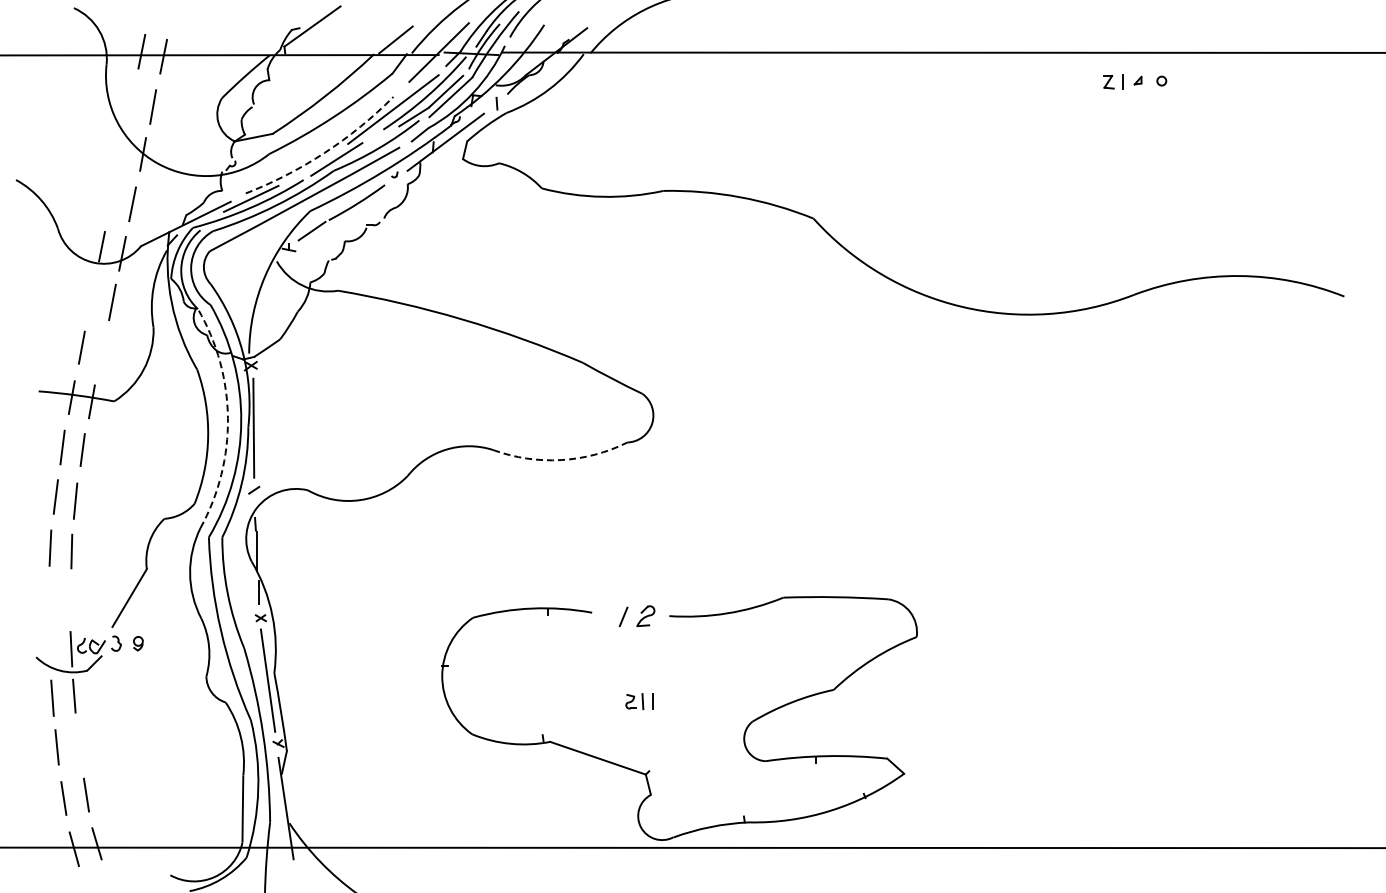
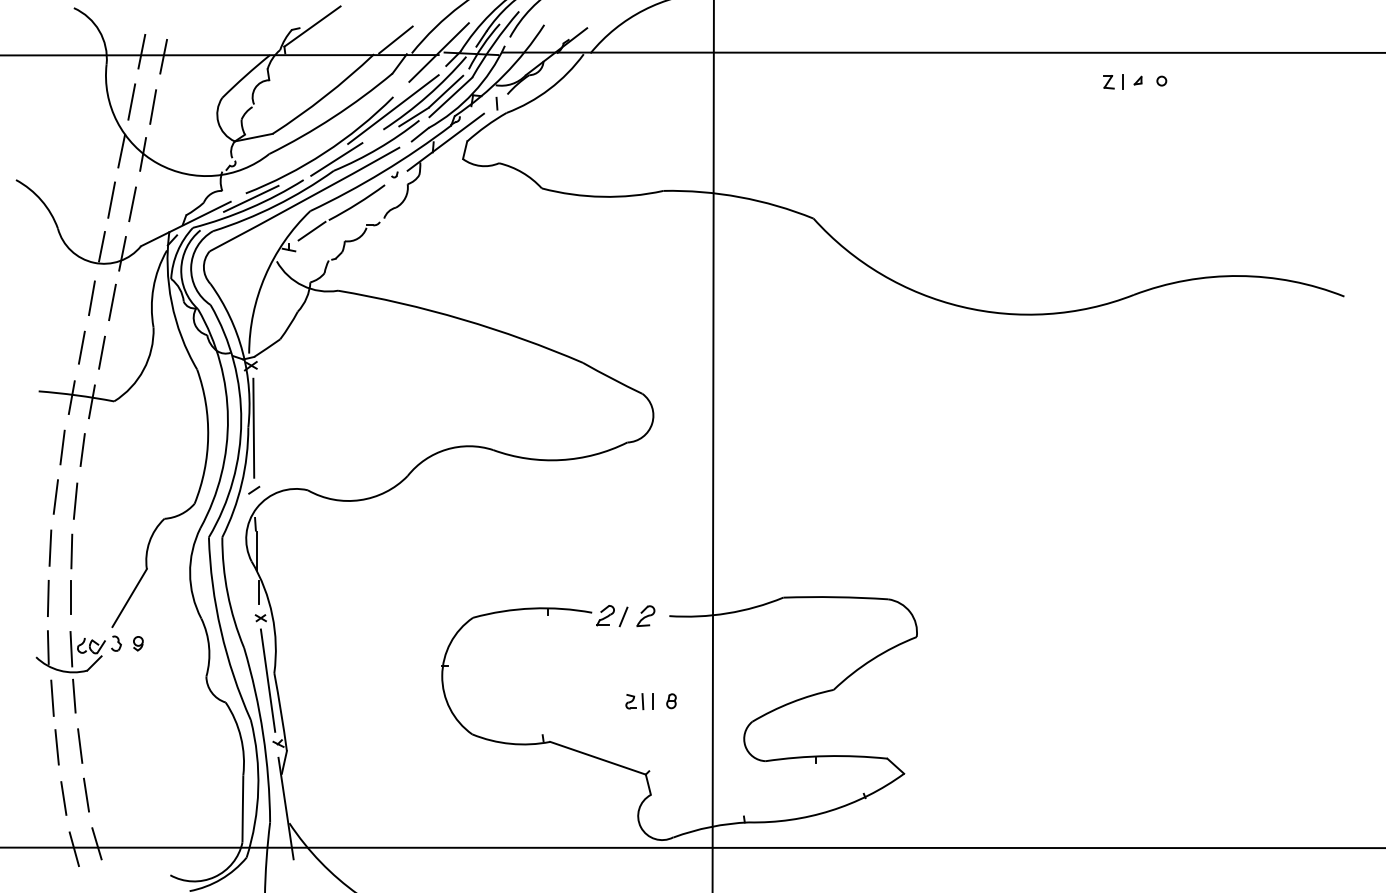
line at (131, 101): none -> present
line at (121, 150): none -> present
arc at (324, 152): dashed -> solid
line at (111, 199): none -> present
line at (91, 297): none -> present
line at (101, 352): none -> present
arc at (227, 418): dashed -> solid
line at (712, 445): none -> present
arc at (561, 460): dashed -> solid
line at (70, 597): none -> present
line at (47, 598): none -> present
part at (605, 615): none -> present
line at (47, 647): none -> present
part at (671, 701): none -> present
line at (80, 745): none -> present
